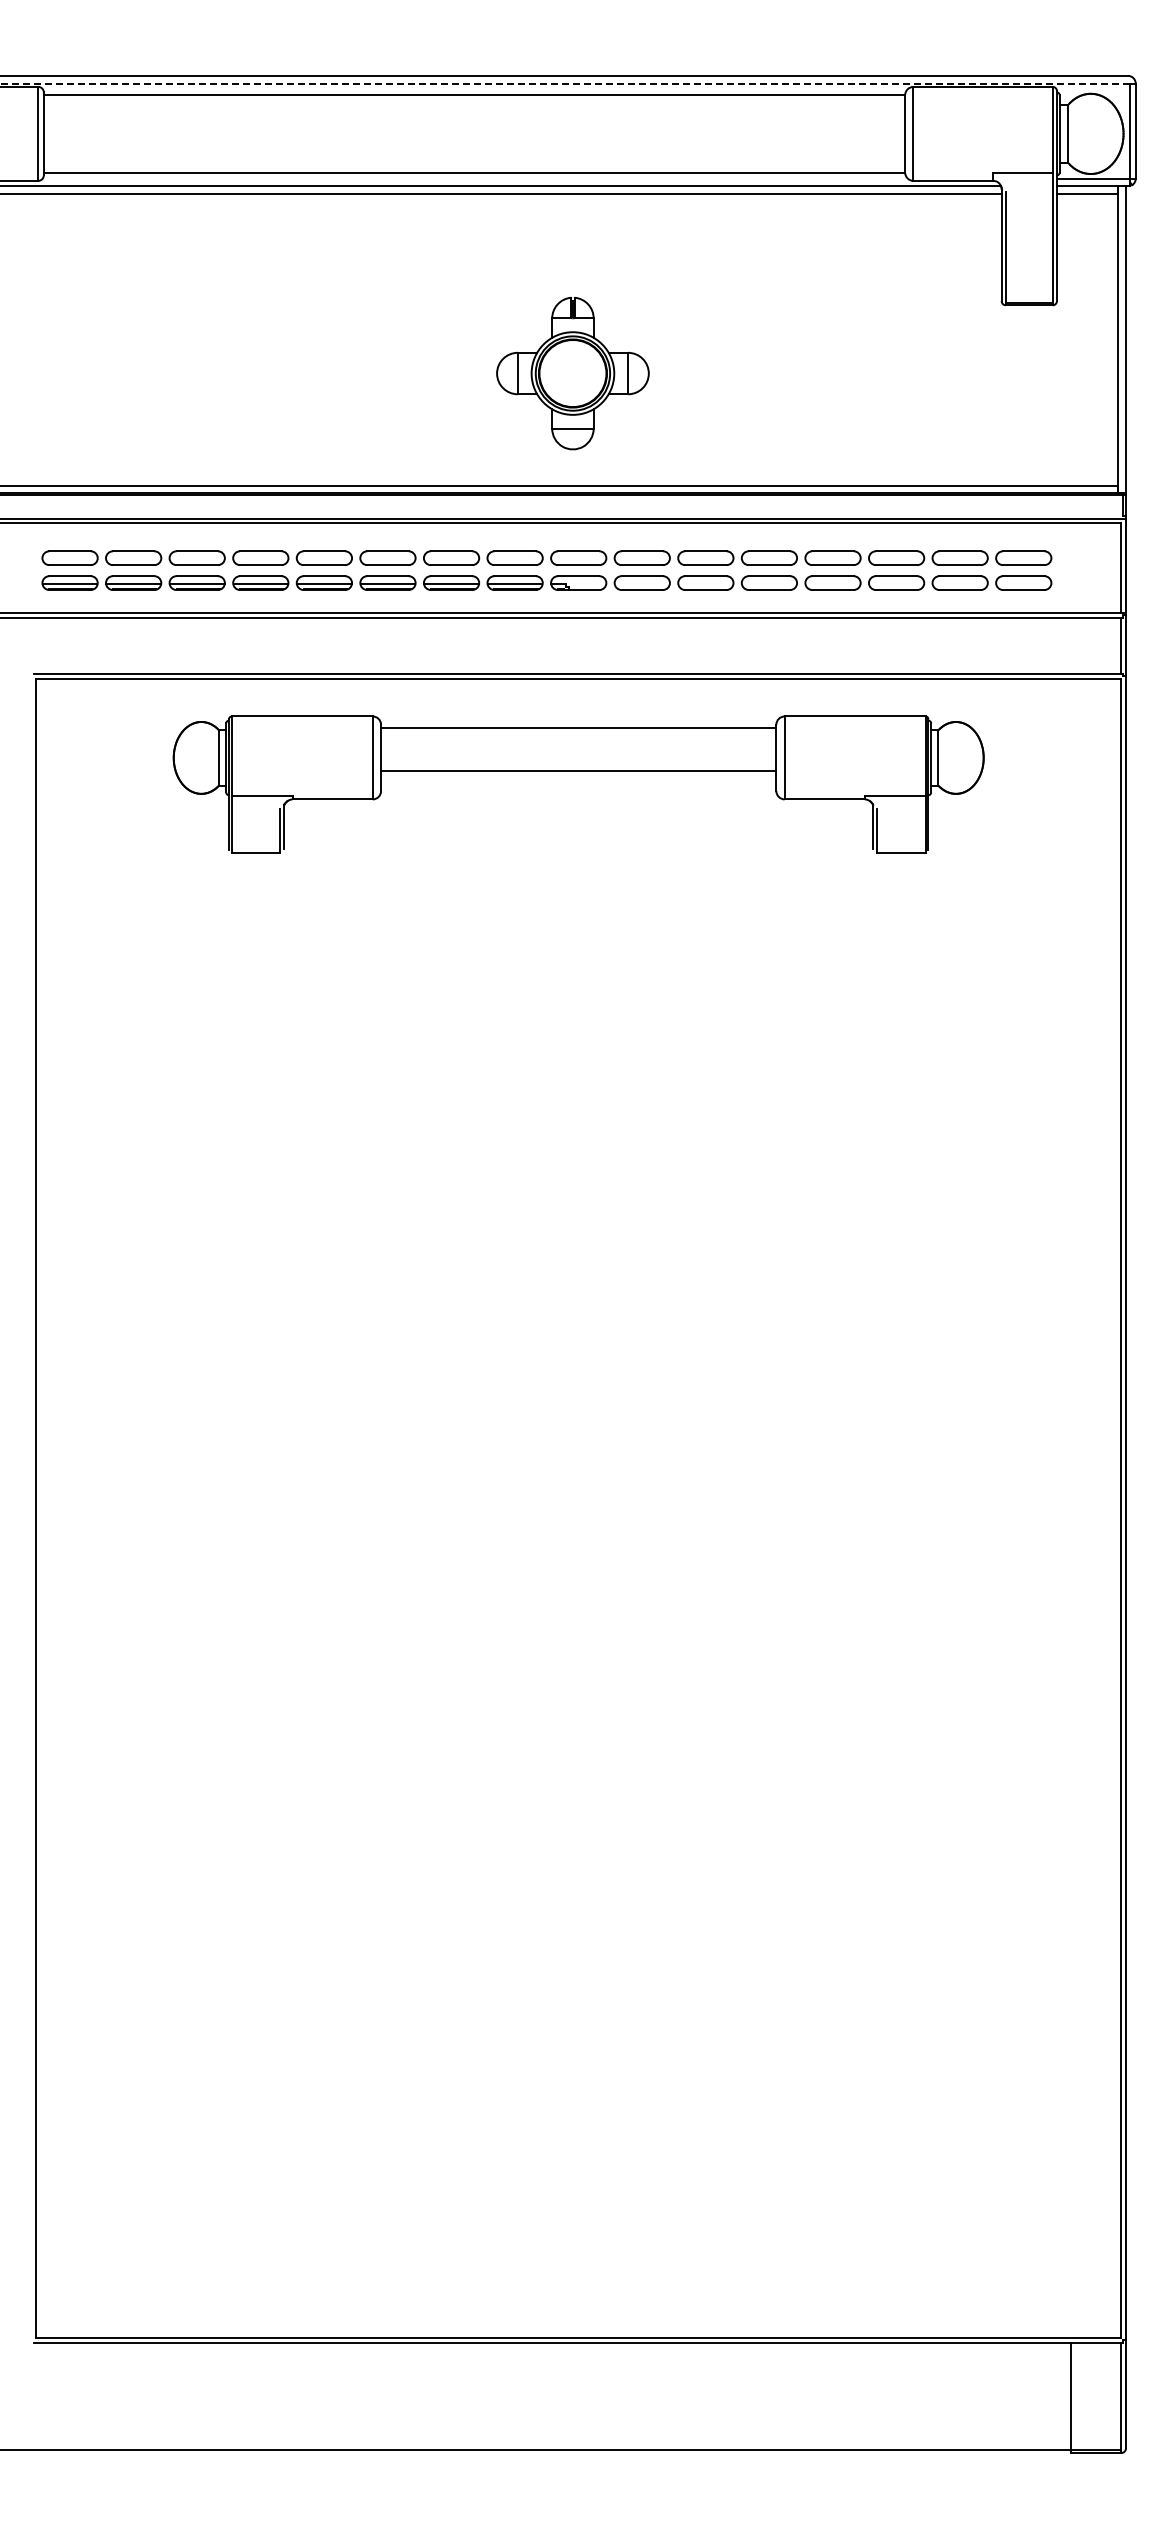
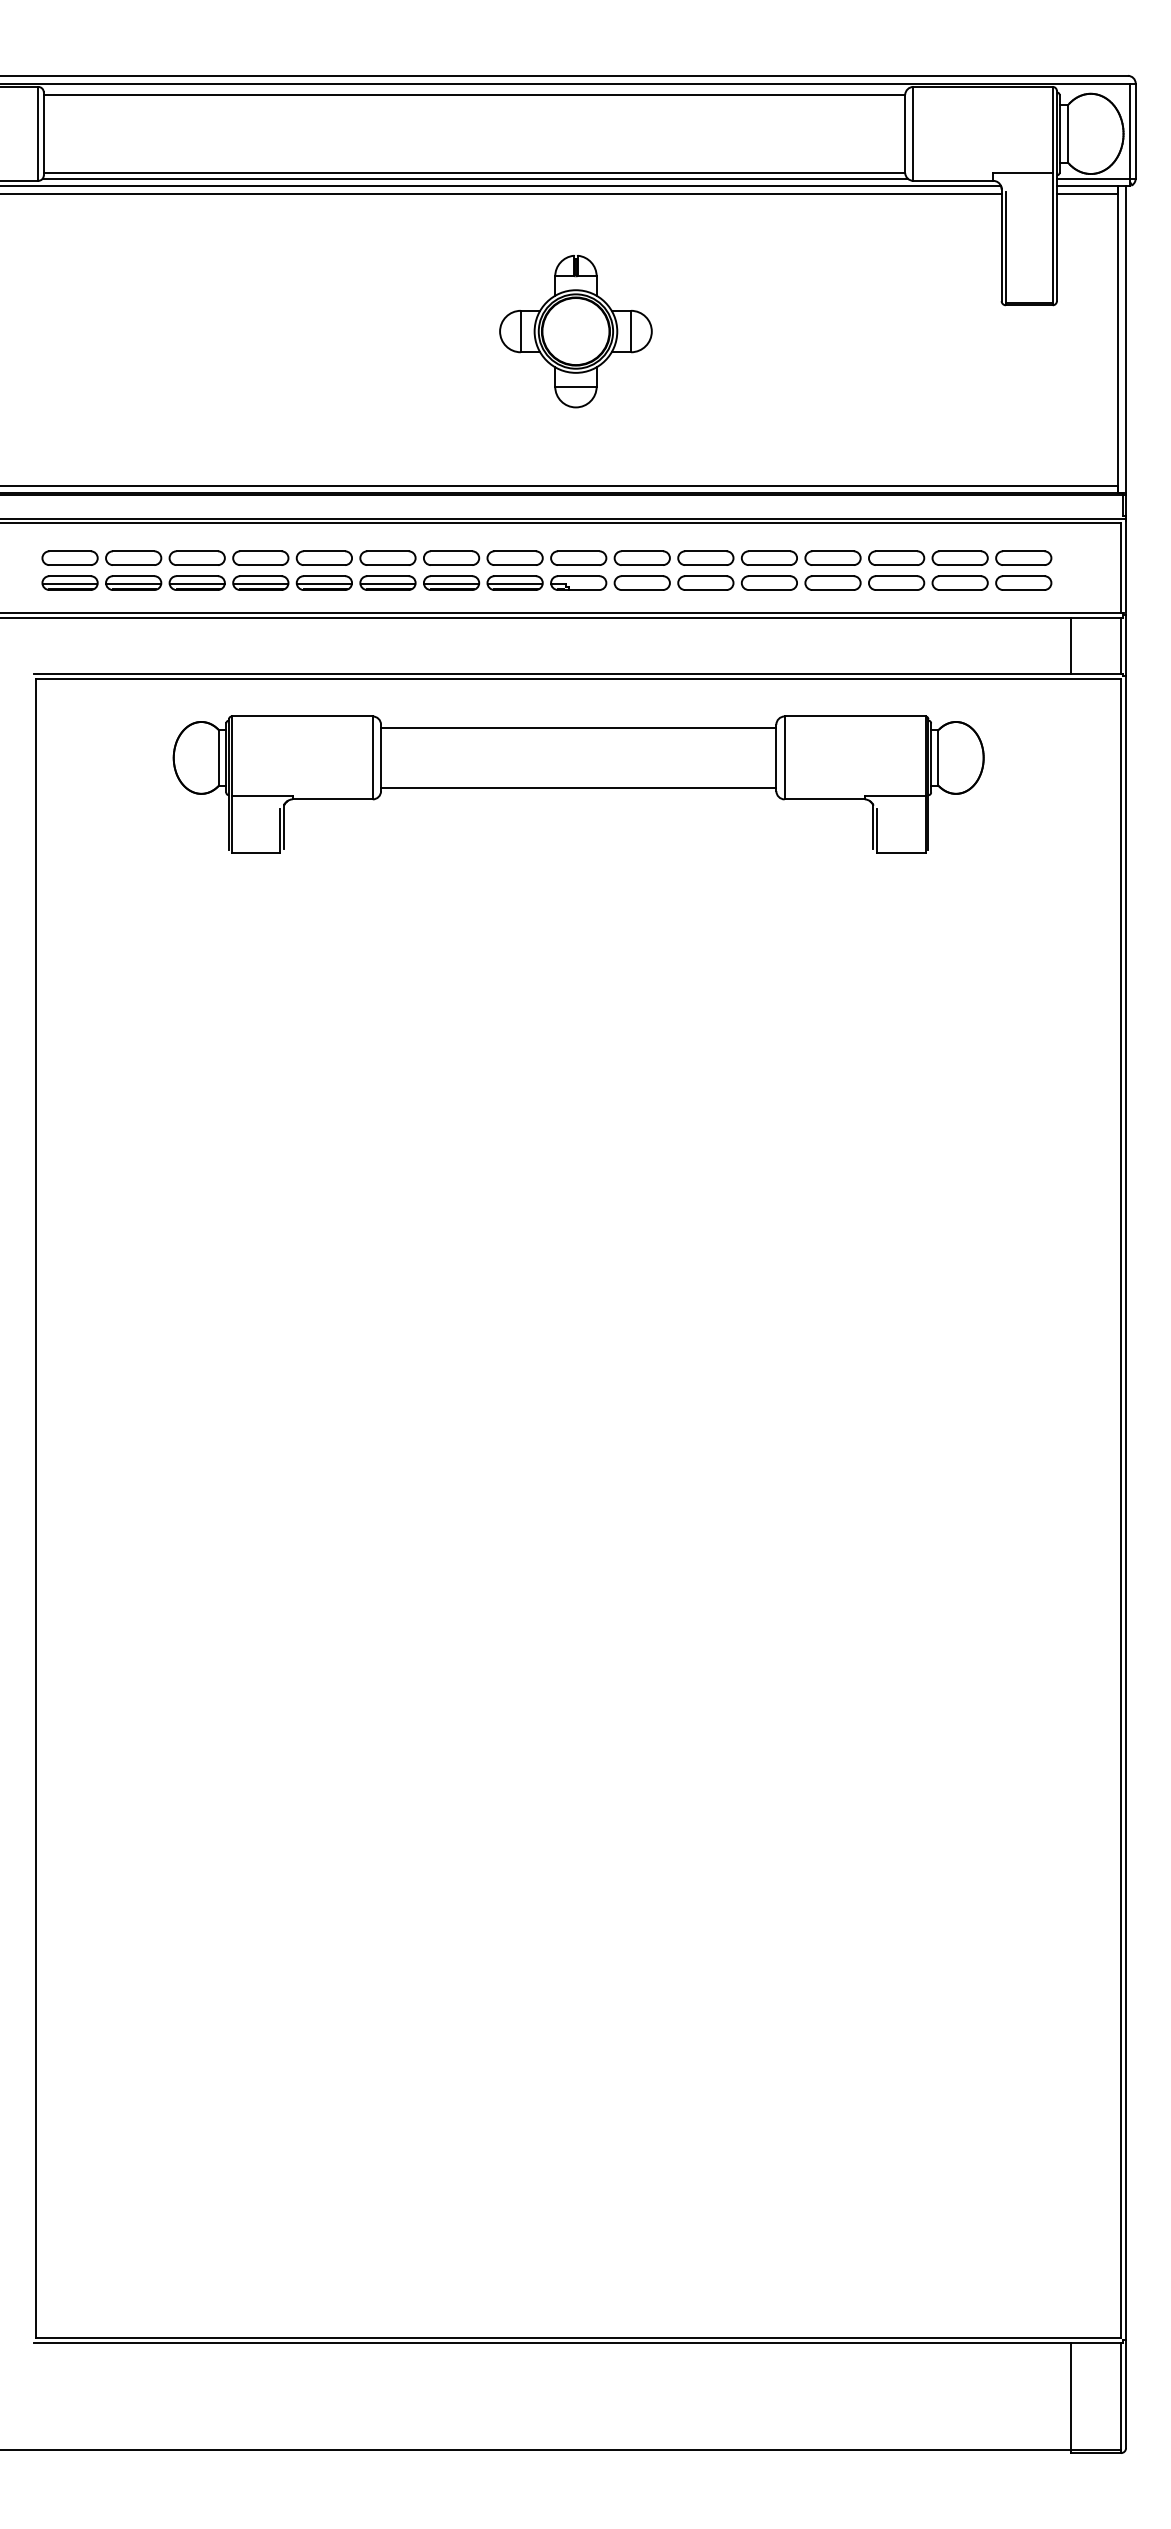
line at (565, 83): dashed -> solid
line at (474, 178): none -> present
part at (572, 373) position: (572, 373) -> (575, 331)
line at (1070, 645): none -> present
line at (578, 771) position: (578, 771) -> (578, 788)
